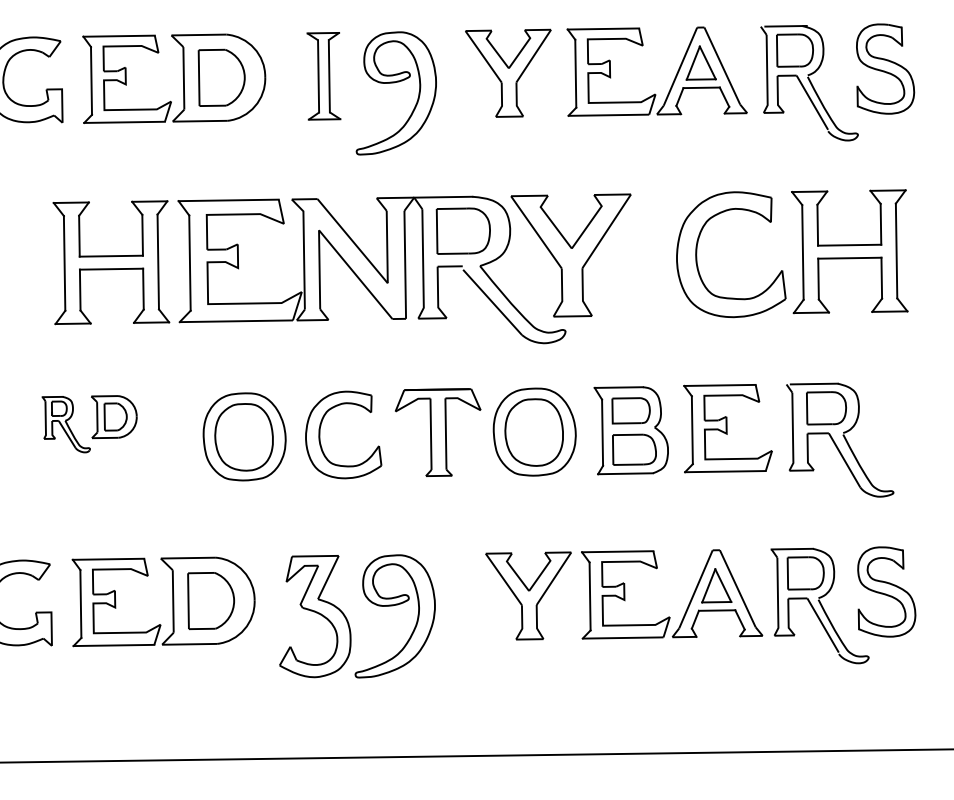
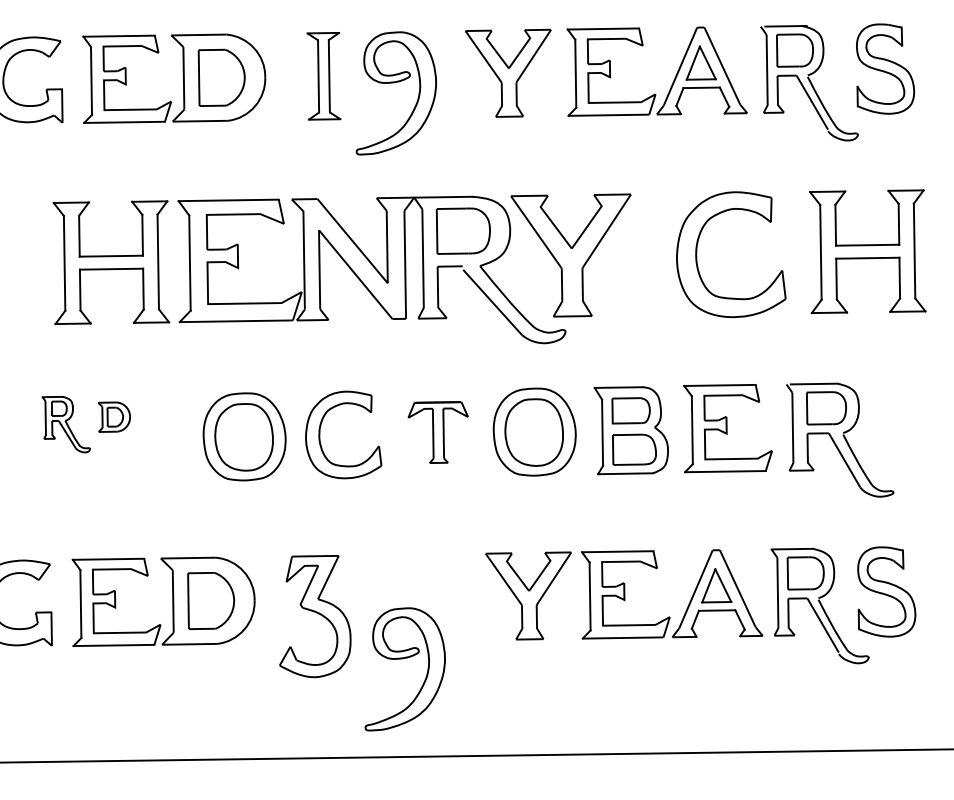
part at (849, 251) position: (849, 251) -> (867, 251)
part at (114, 417) size: 47x45 px -> 34x32 px
part at (438, 432) size: 87x89 px -> 62x63 px
part at (393, 606) position: (393, 606) -> (403, 659)
